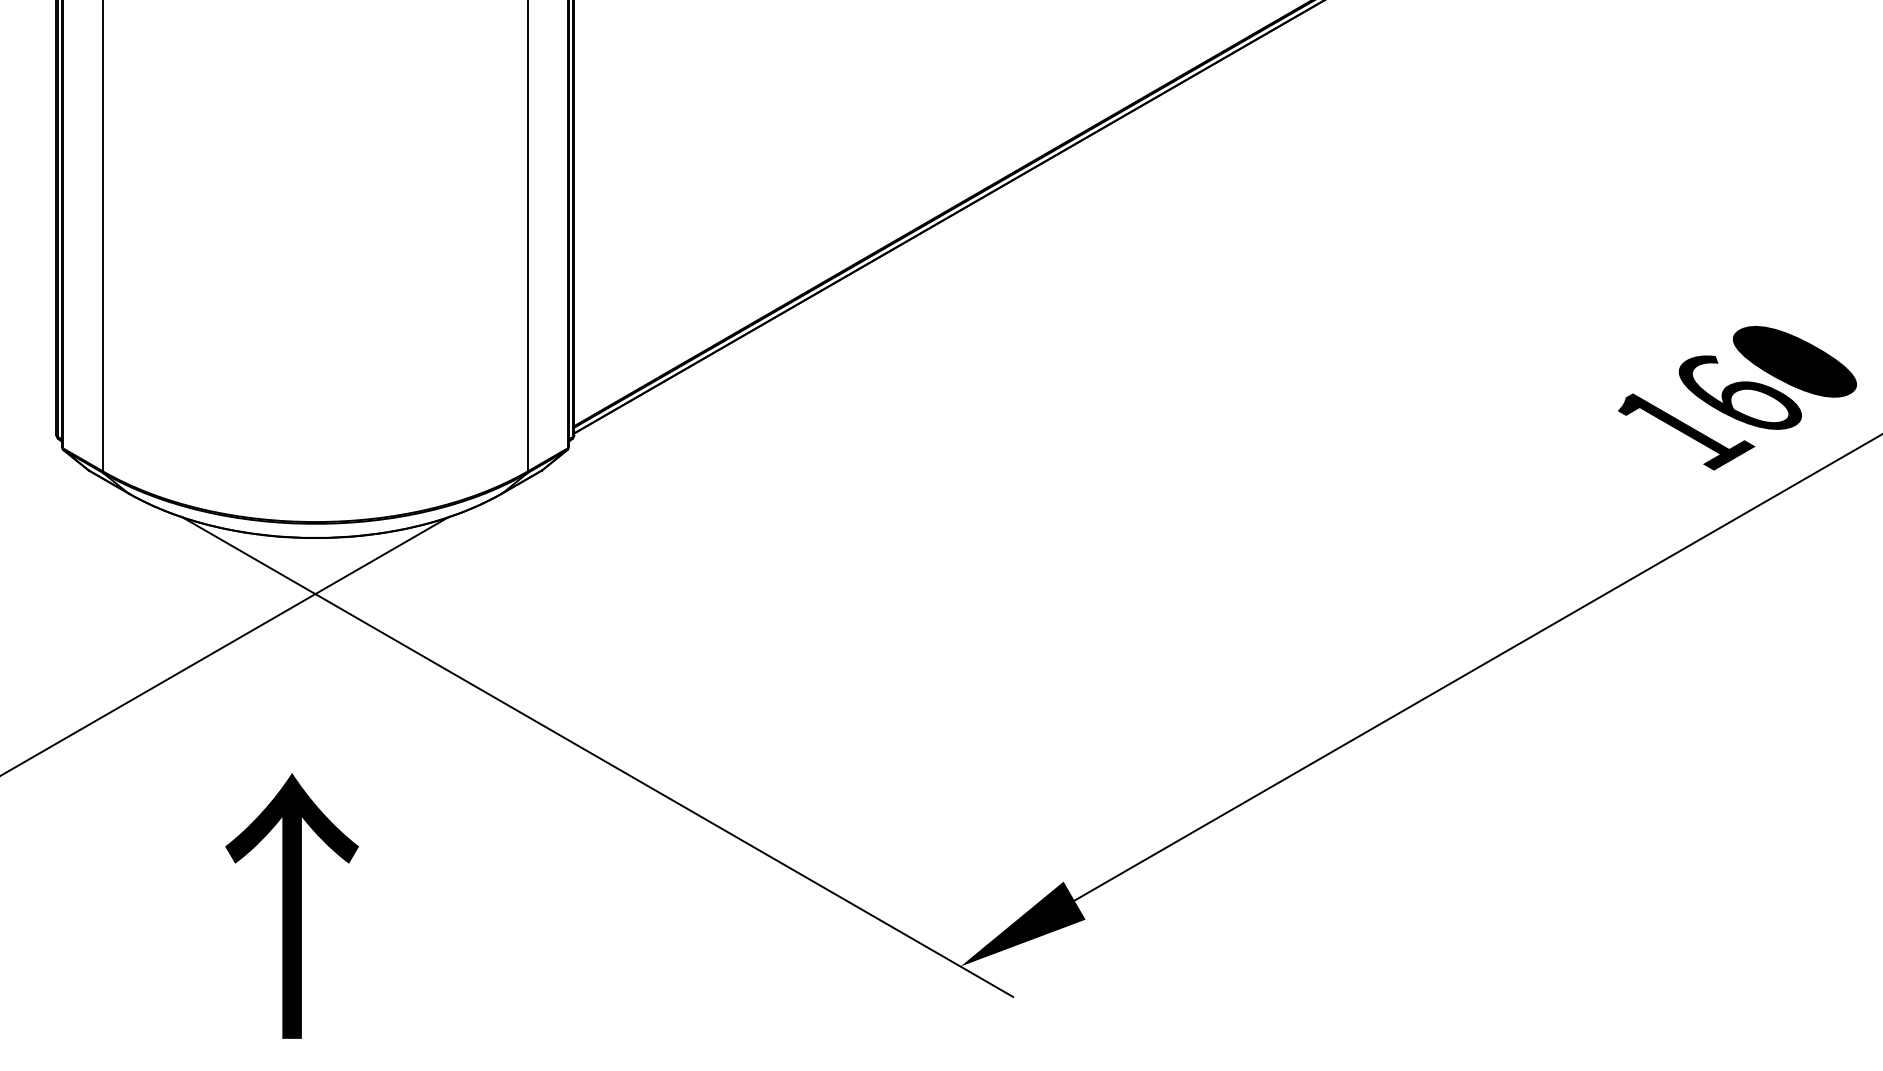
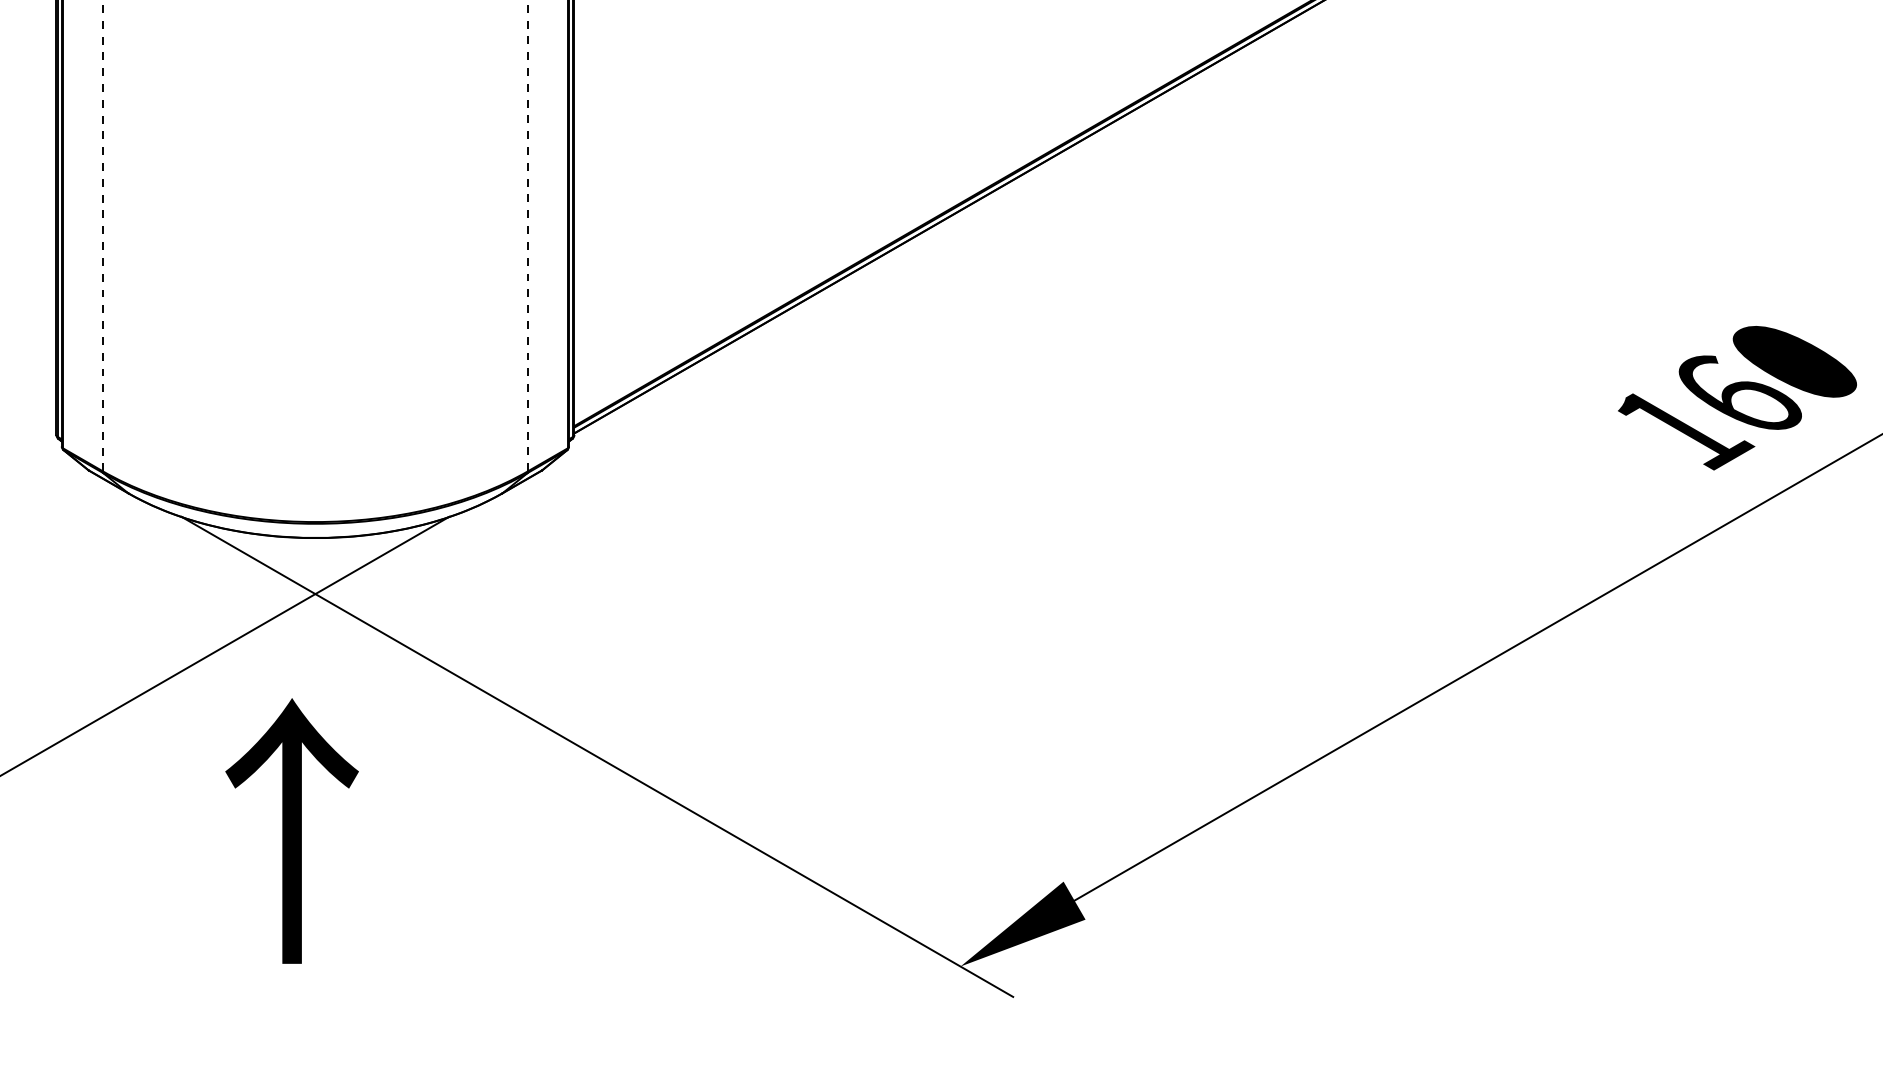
line at (528, 235): solid -> dashed
line at (102, 236): solid -> dashed
text at (291, 905) position: (291, 905) -> (291, 830)
